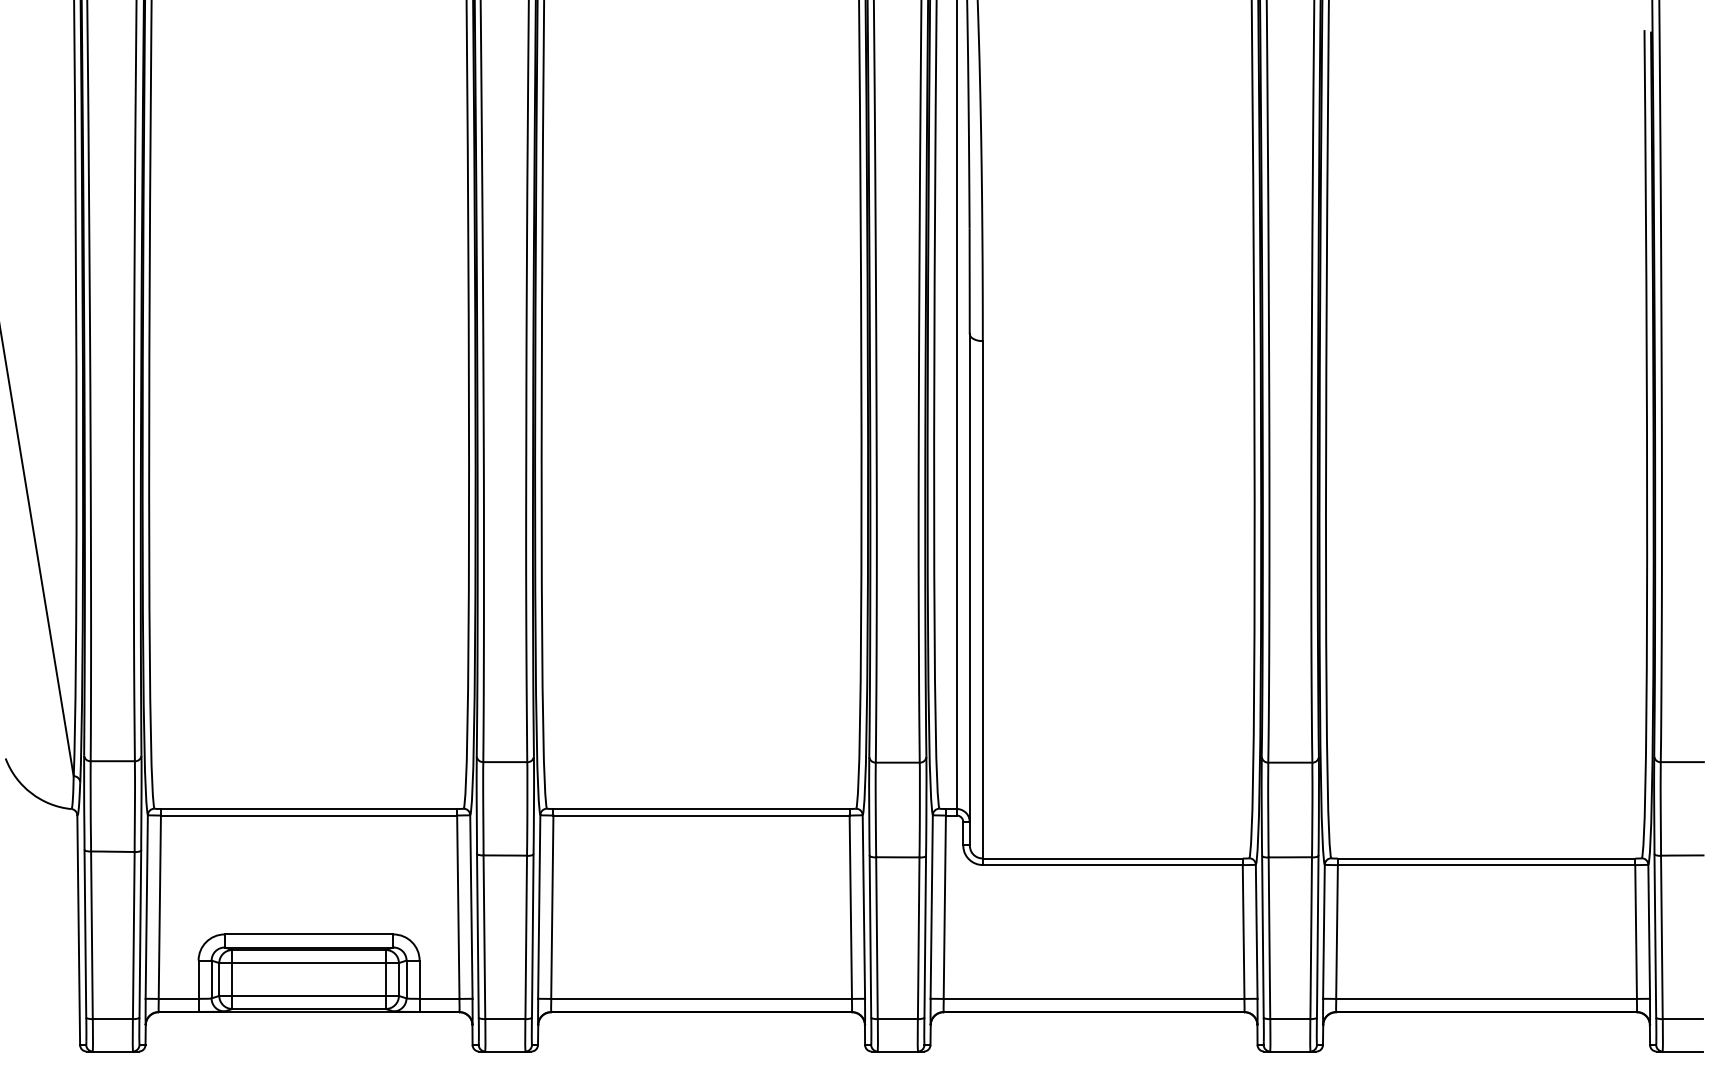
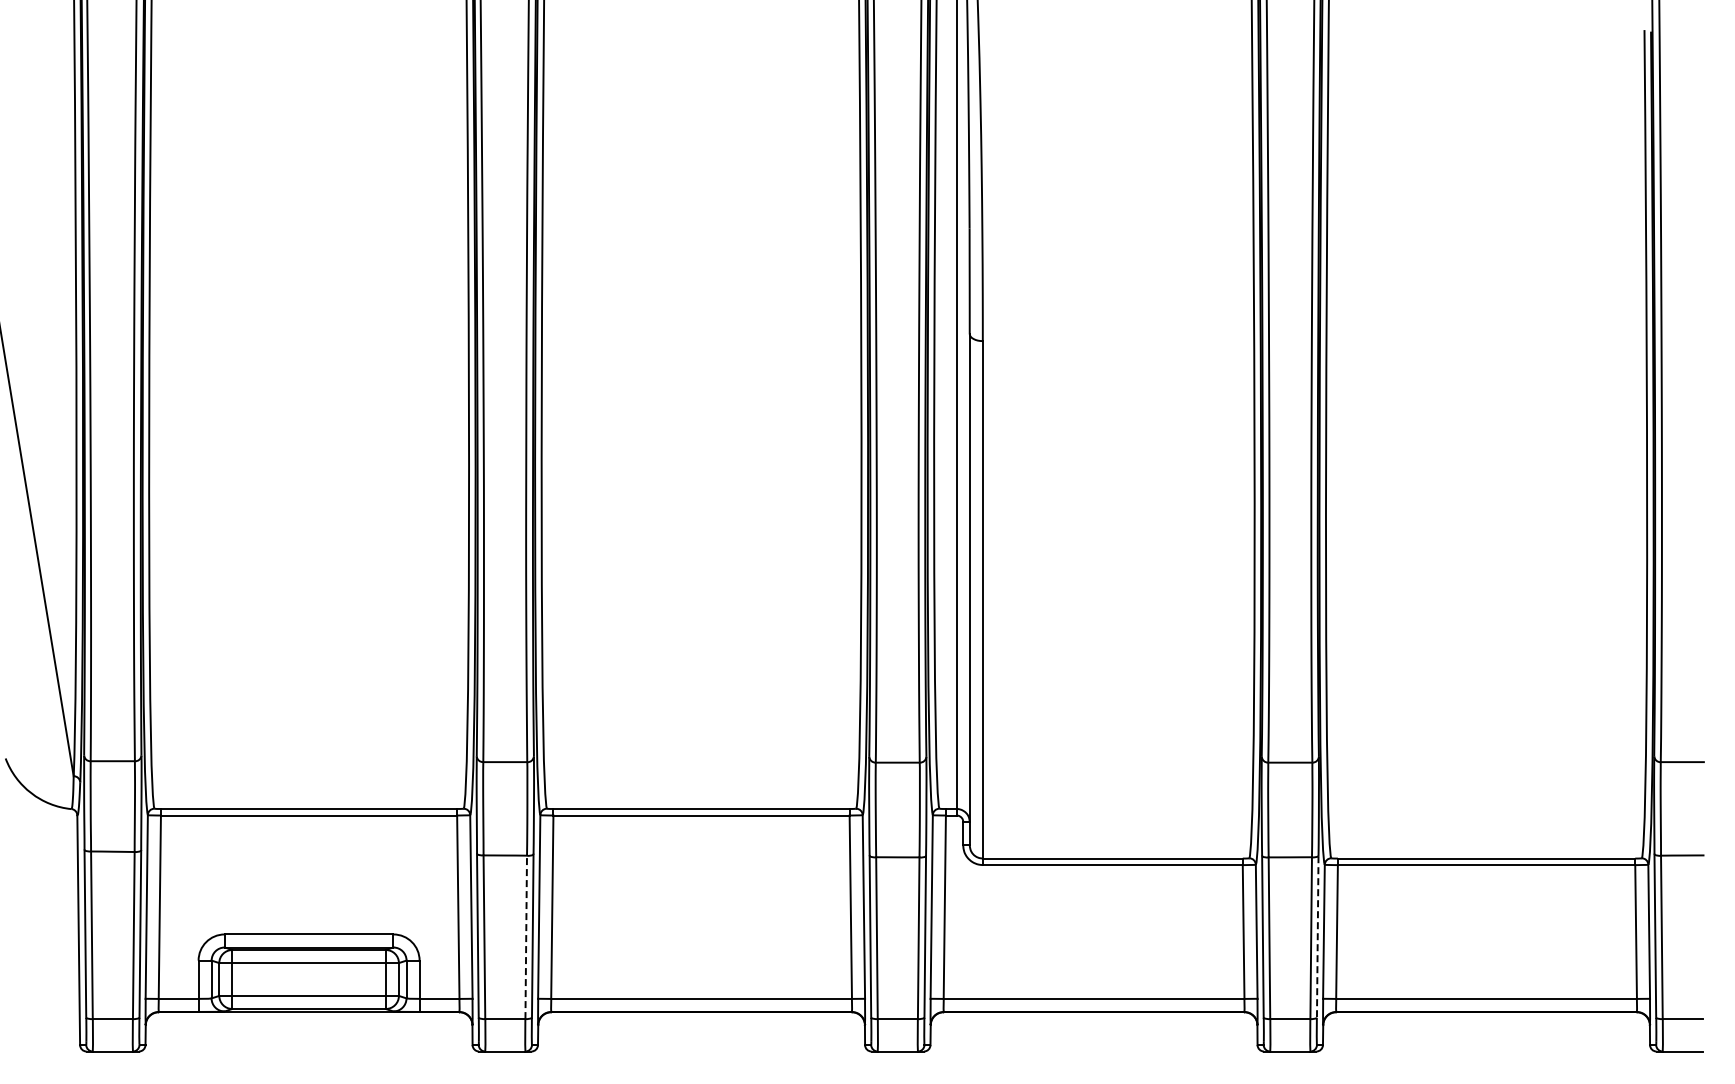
line at (526, 937): solid -> dashed
line at (1317, 937): solid -> dashed
